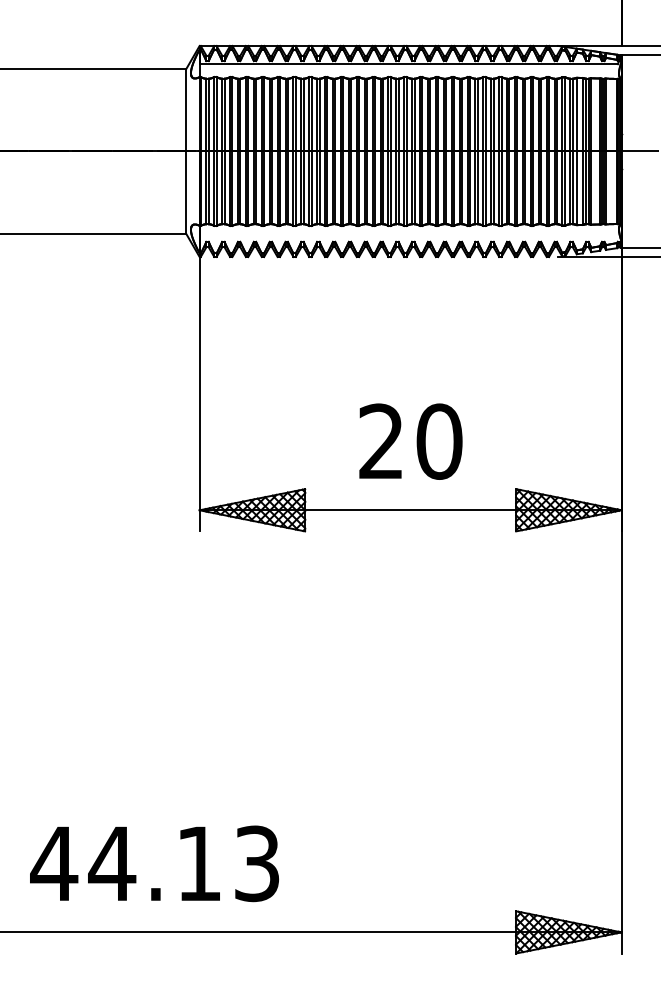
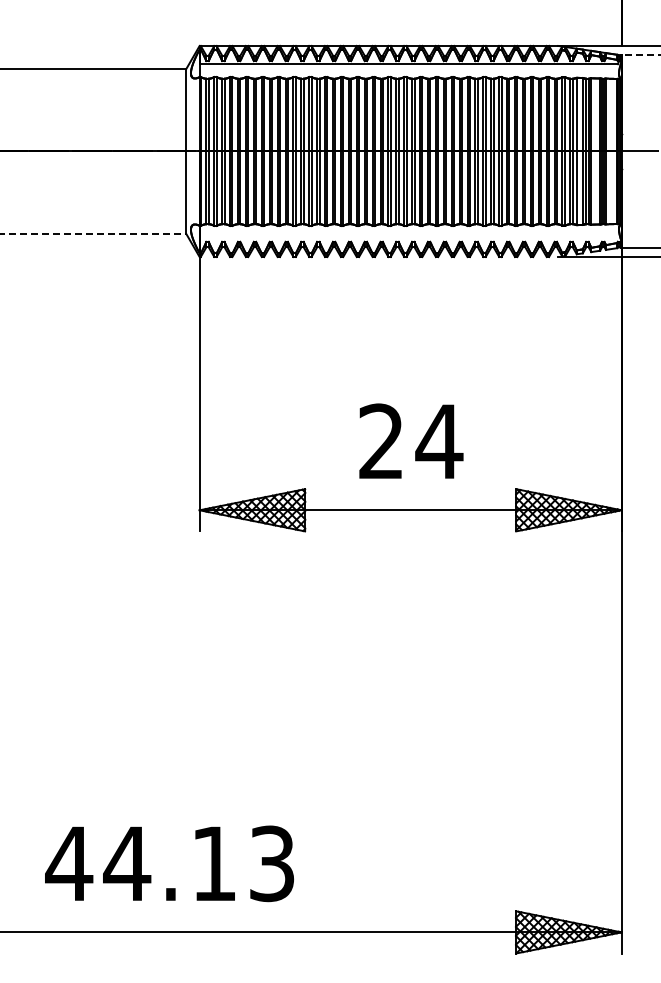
line at (640, 55): solid -> dashed
line at (93, 233): solid -> dashed
text at (439, 441): 20 -> 24
text at (154, 863) position: (154, 863) -> (169, 863)
